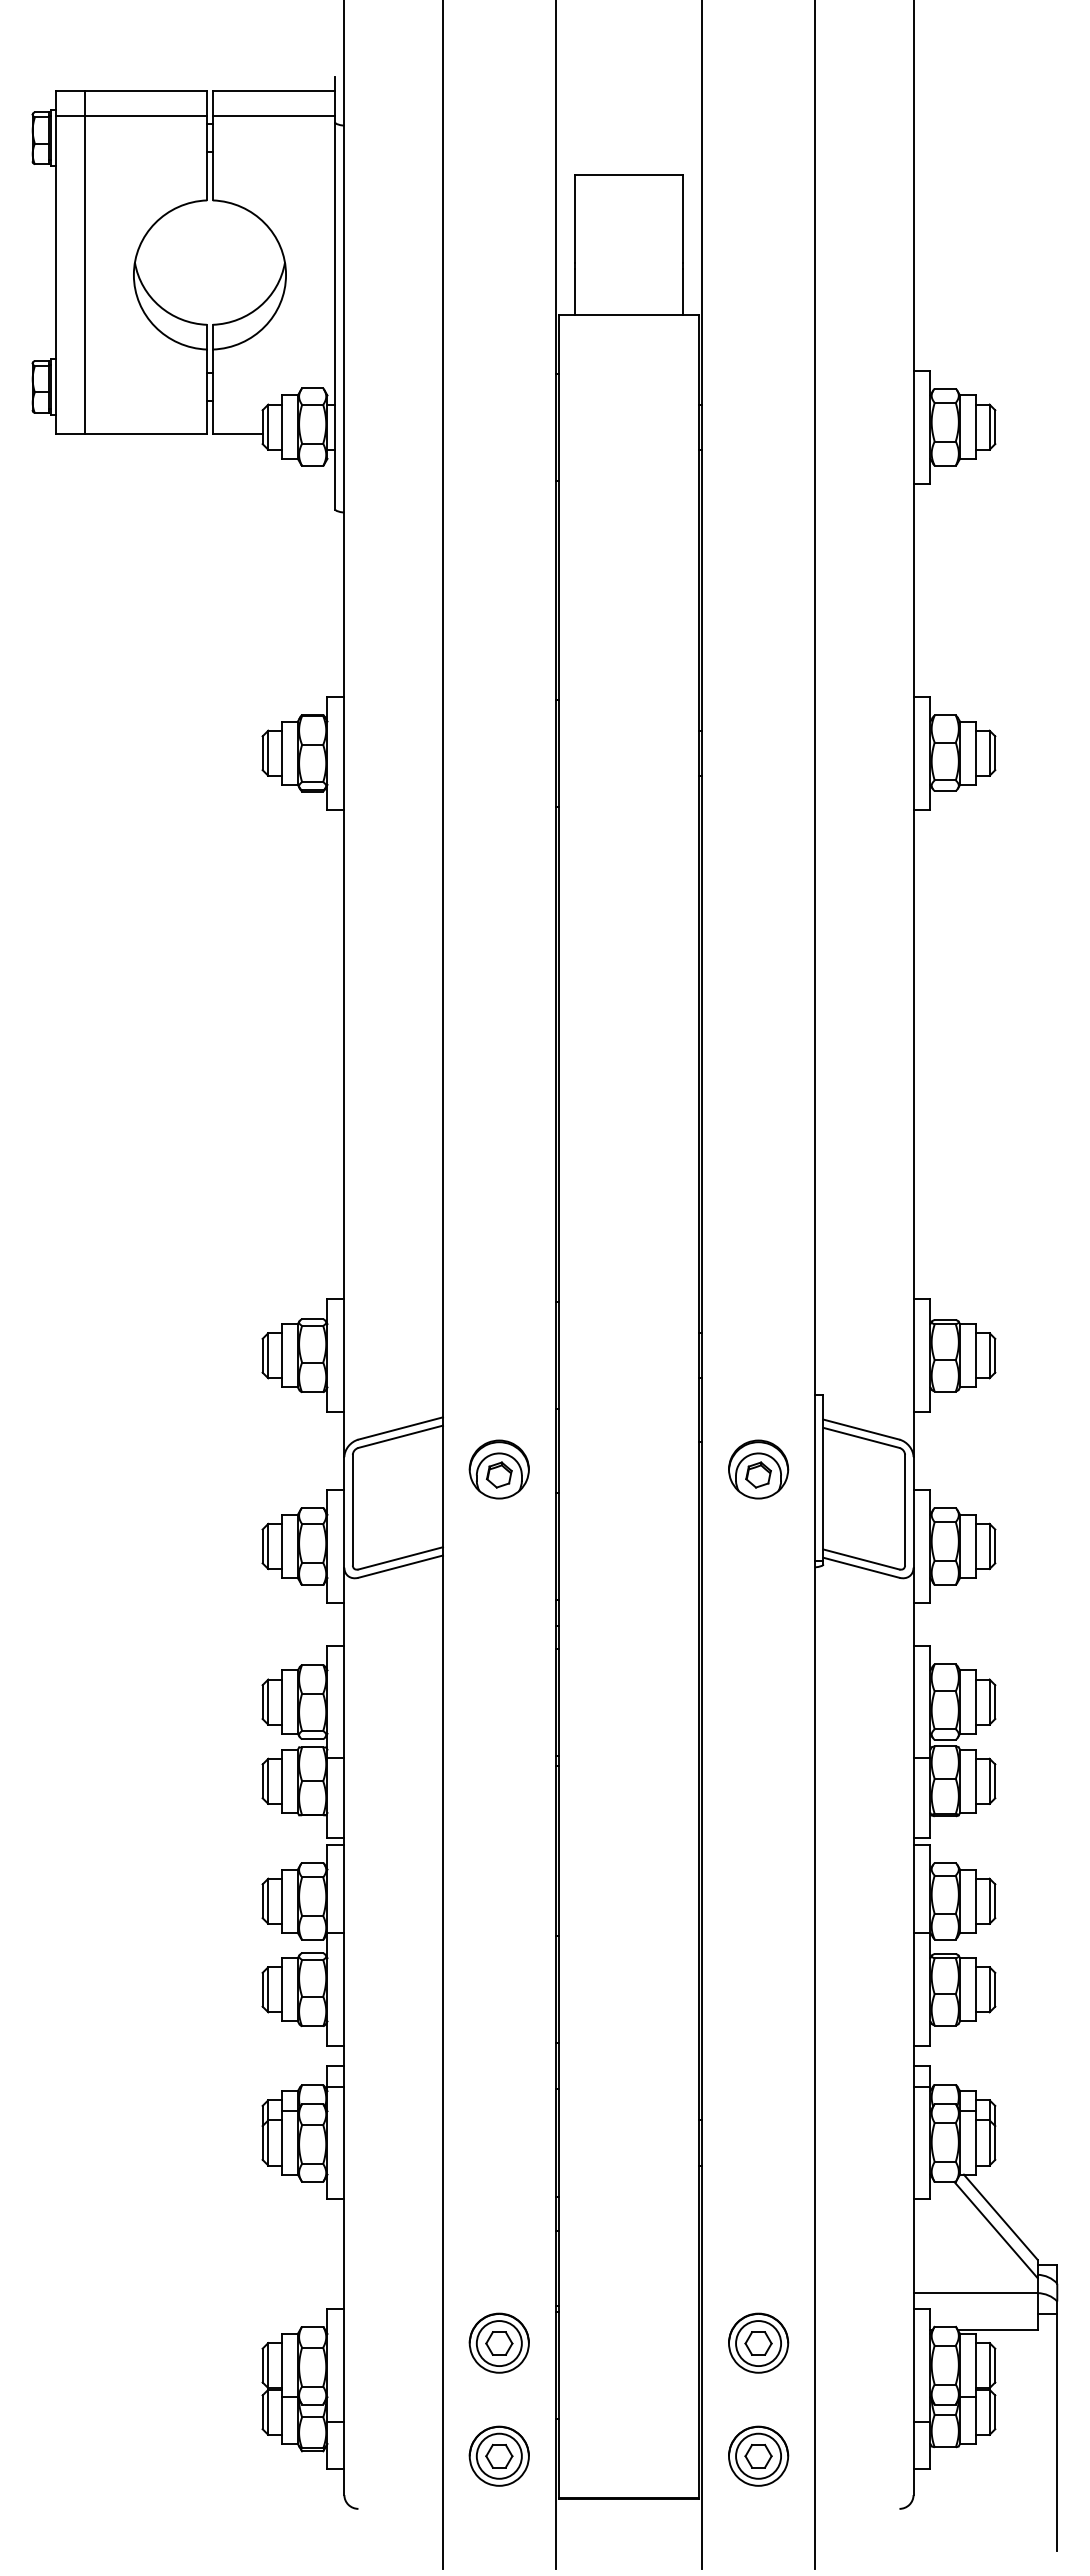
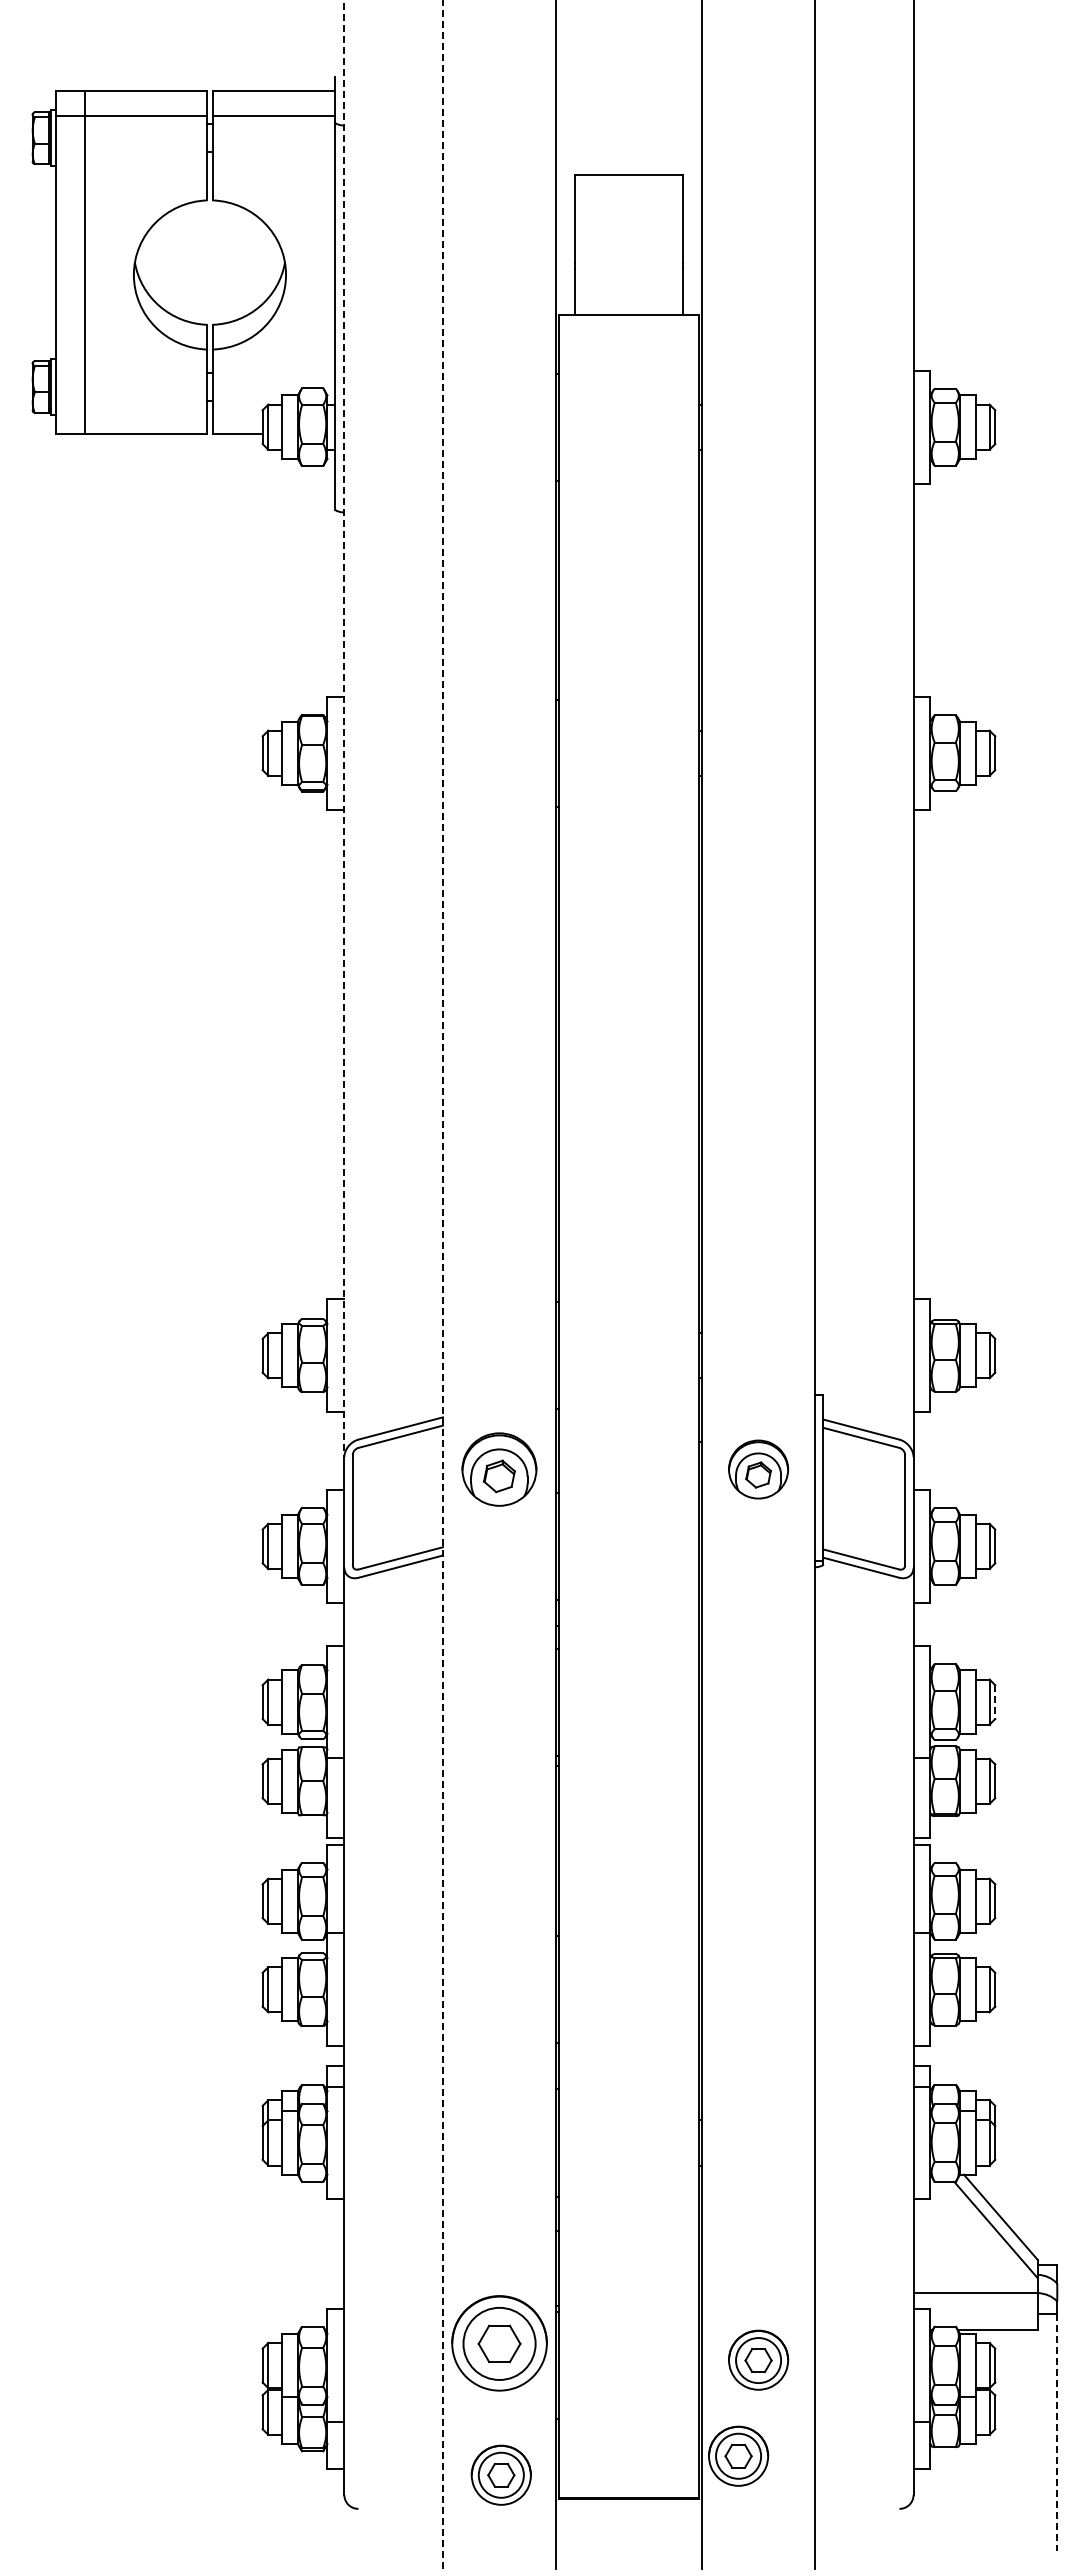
line at (344, 729): solid -> dashed
line at (442, 1284): solid -> dashed
part at (498, 1469) size: 62x61 px -> 77x75 px
line at (995, 1702): solid -> dashed
part at (498, 2342) size: 62x62 px -> 97x97 px
part at (758, 2342) position: (758, 2342) -> (758, 2359)
line at (1057, 2433): solid -> dashed
part at (498, 2455) position: (498, 2455) -> (500, 2474)
part at (758, 2455) position: (758, 2455) -> (738, 2455)
